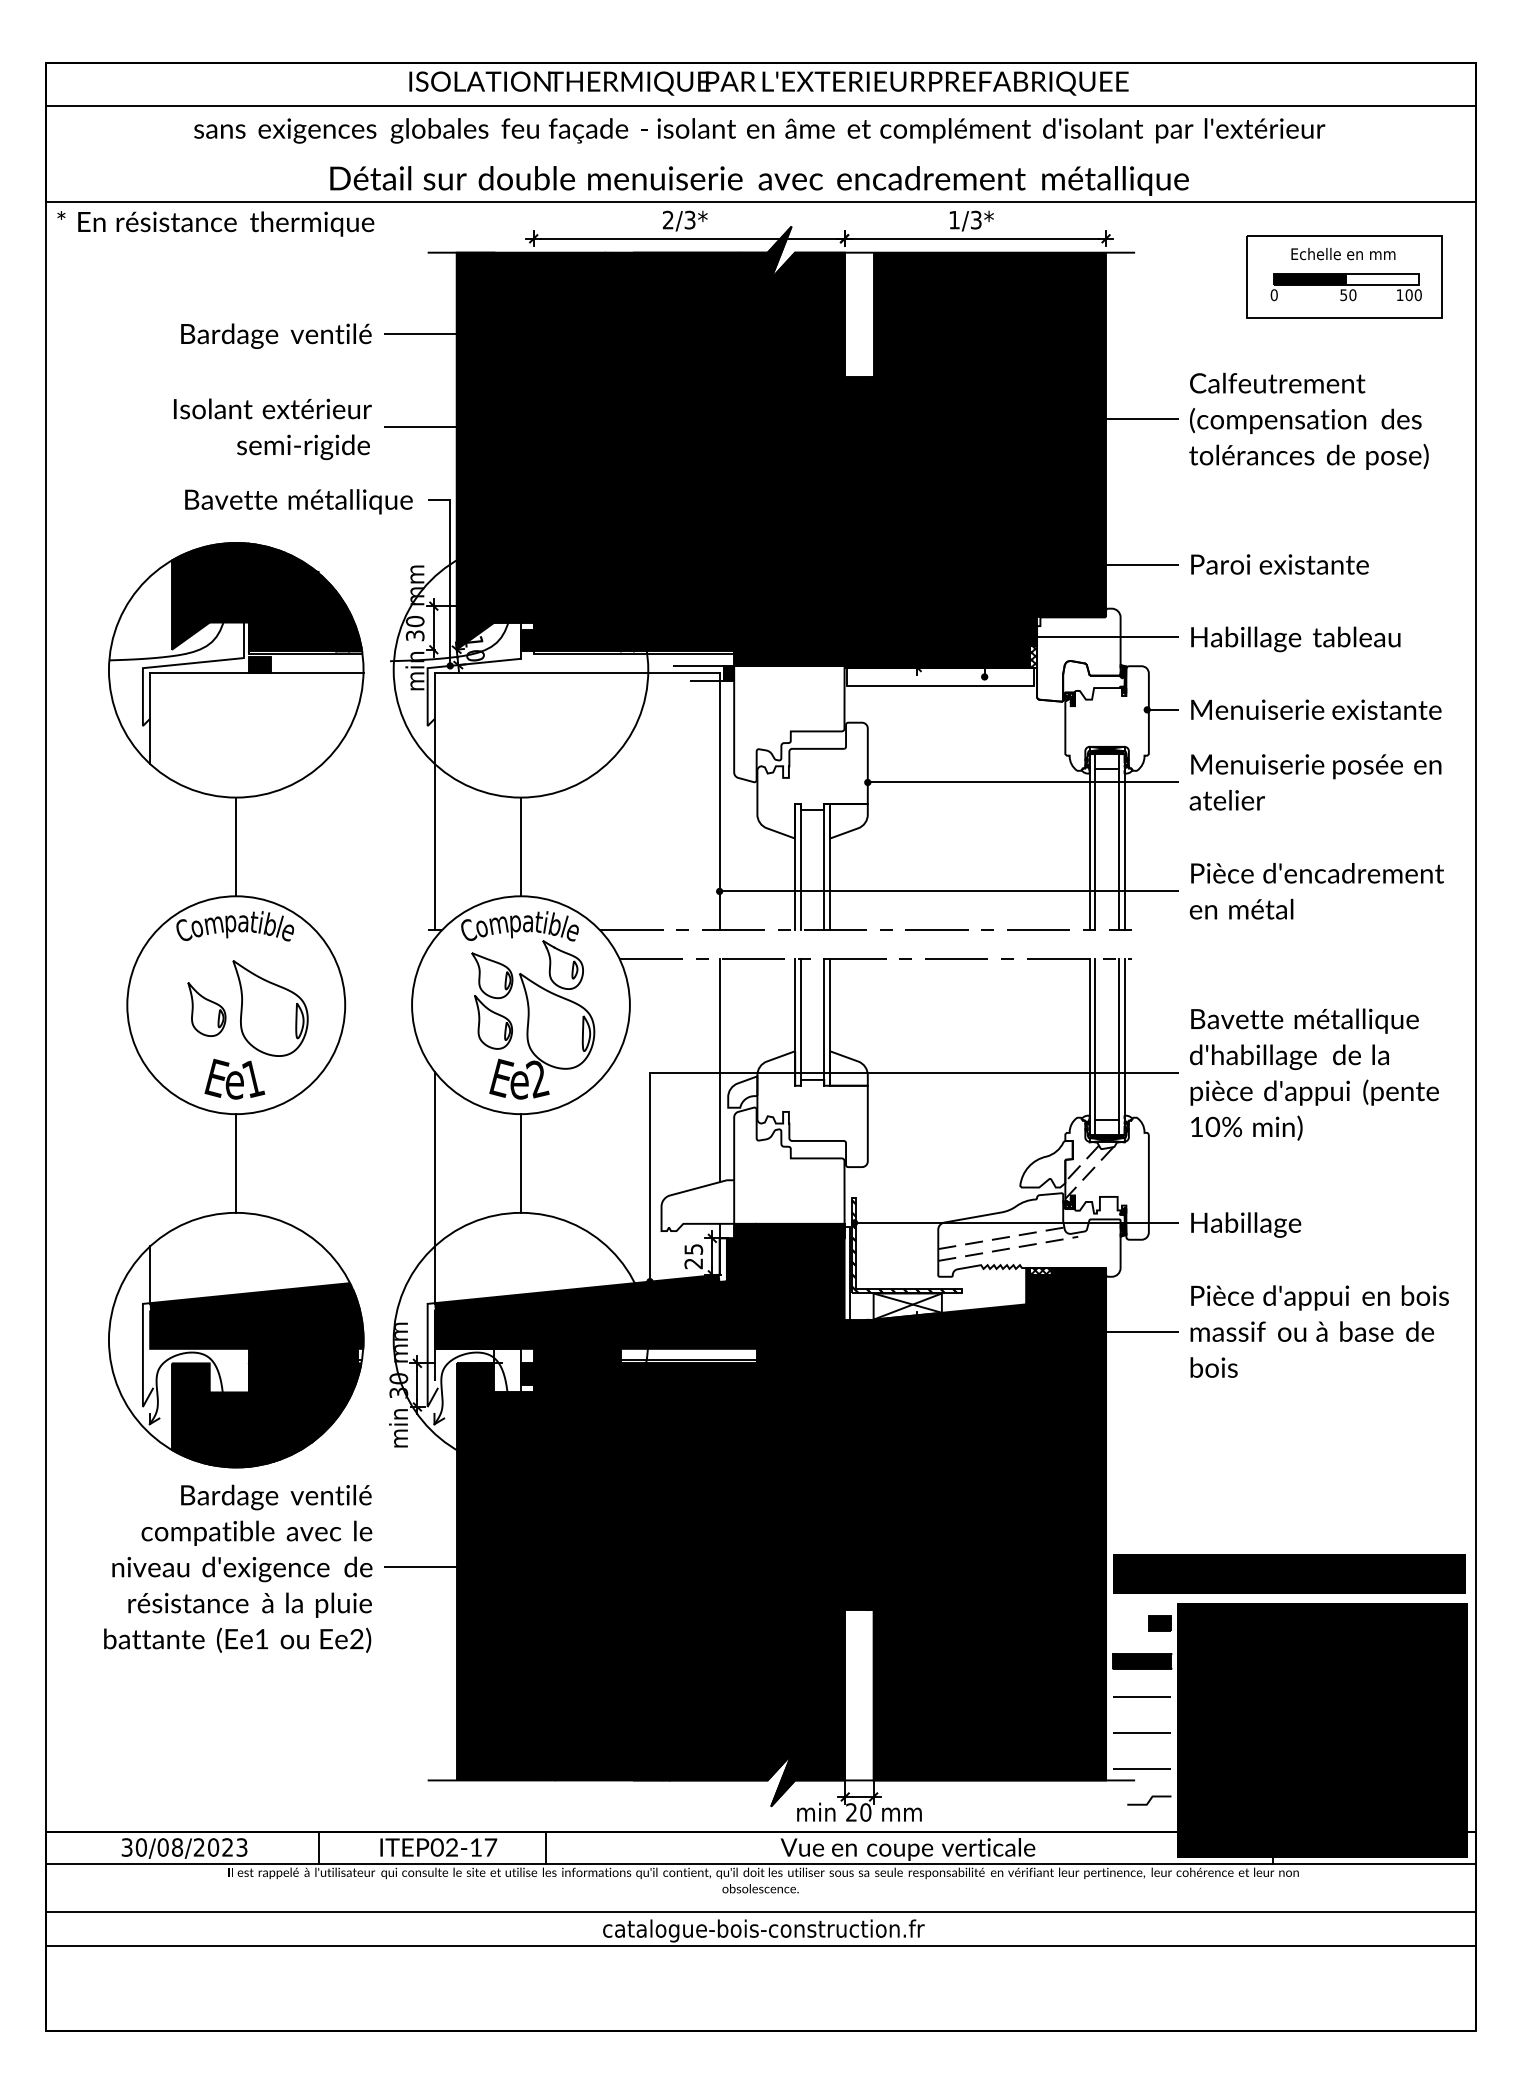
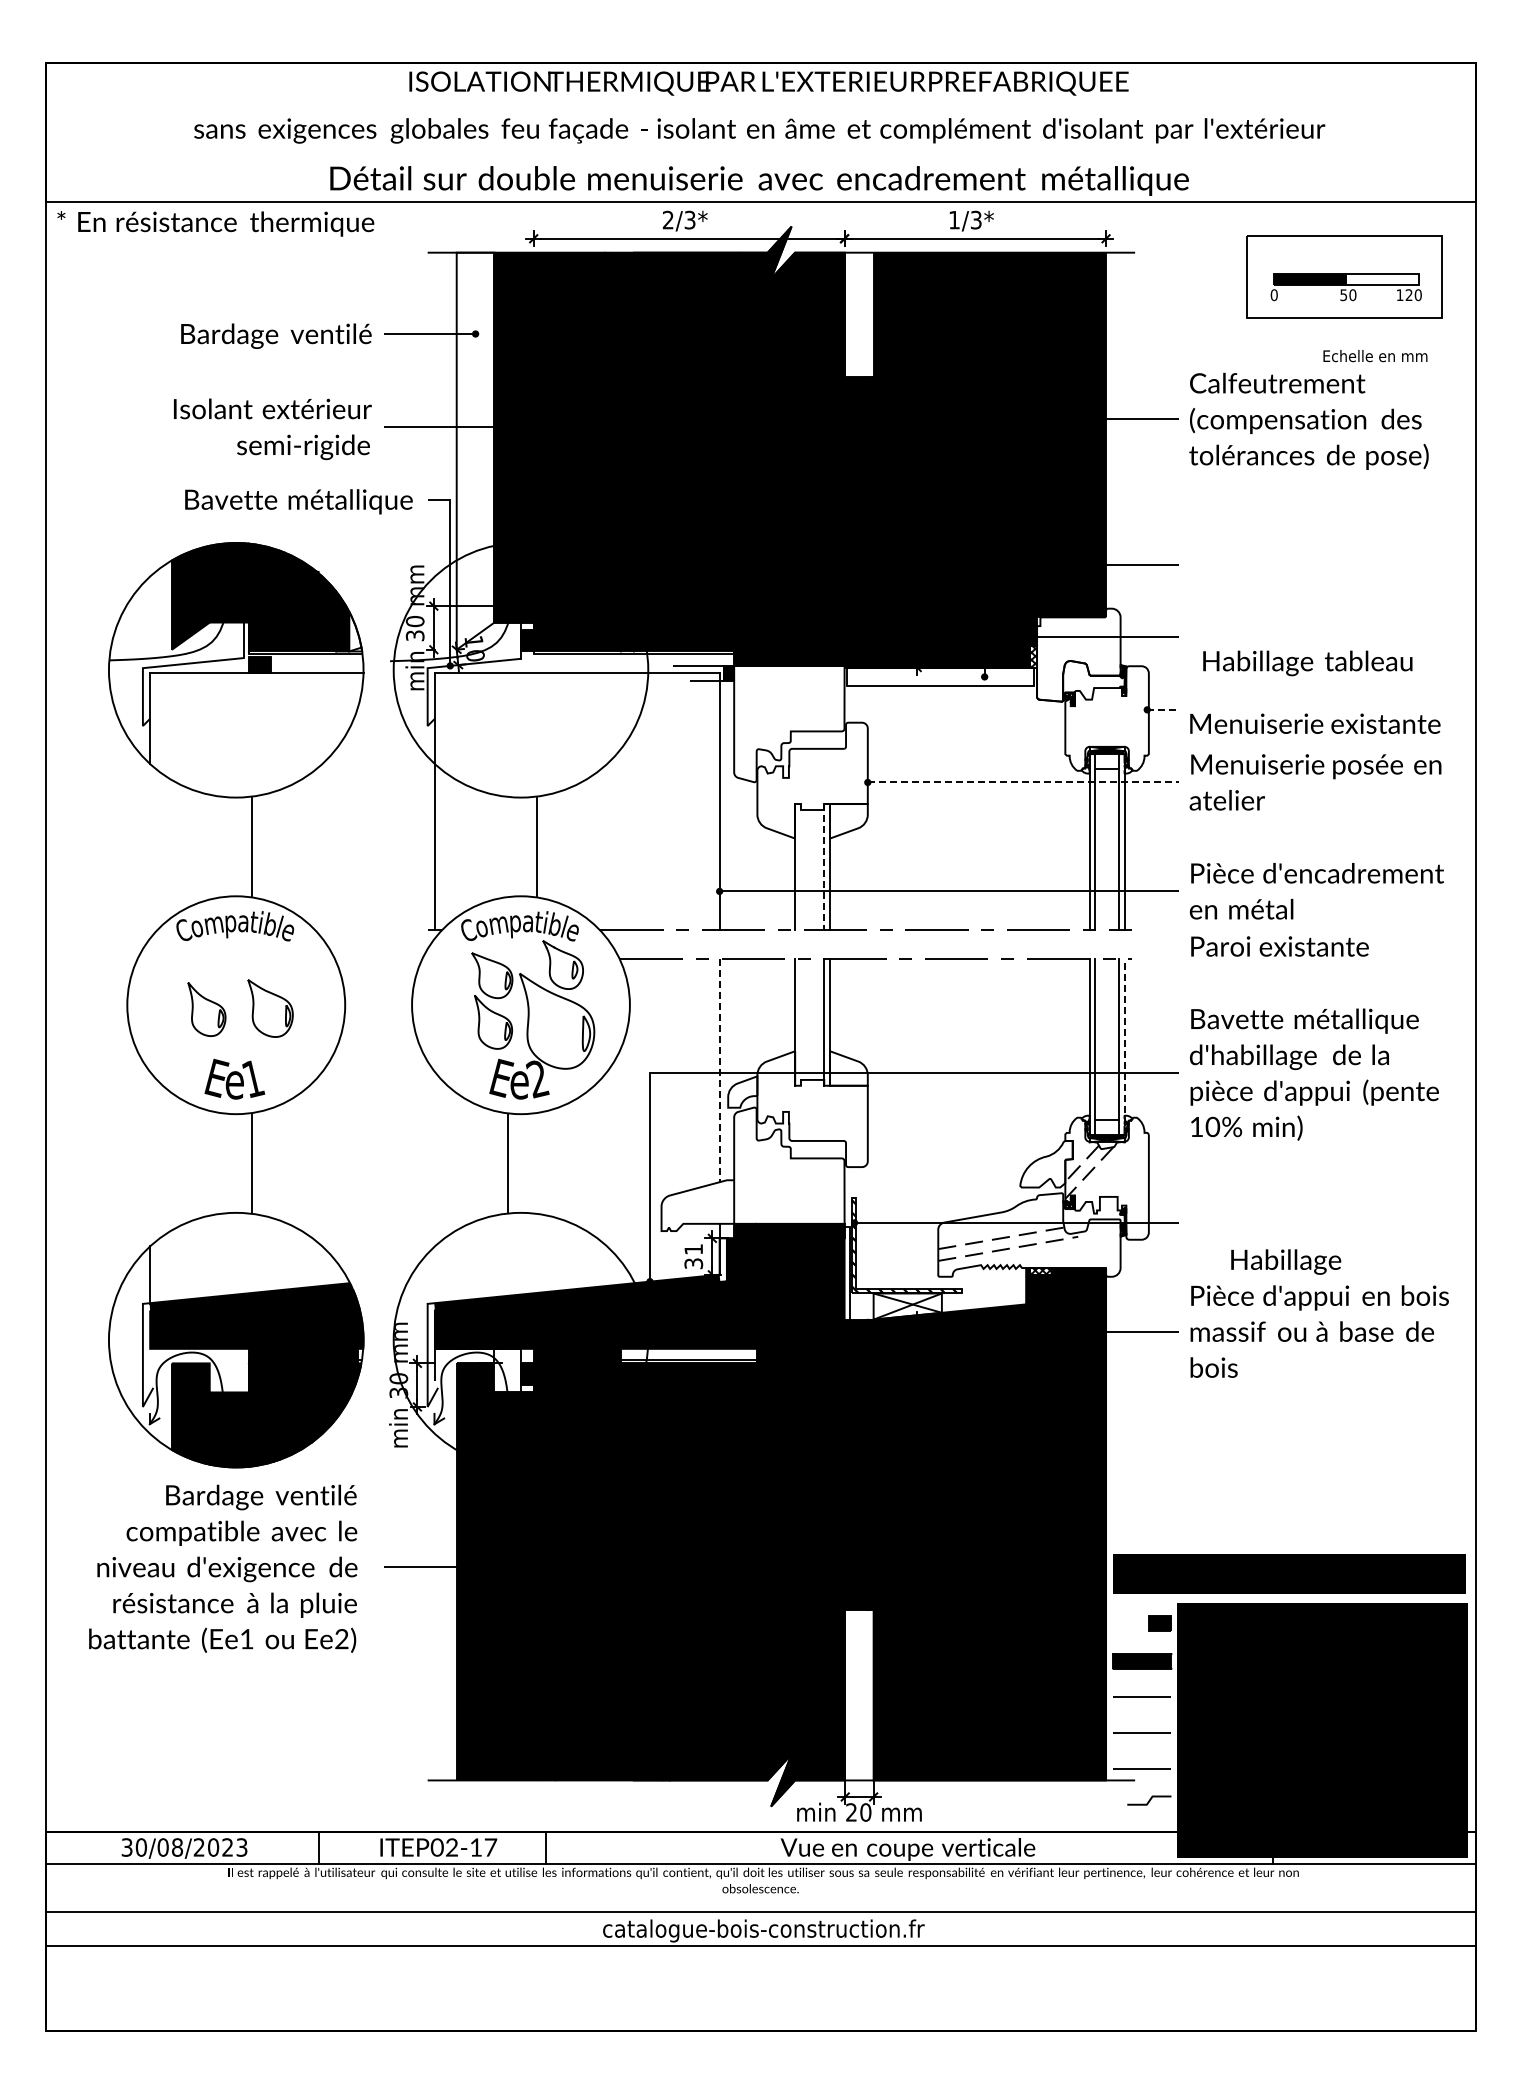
line at (760, 106): present -> none
text at (1343, 254) position: (1343, 254) -> (1375, 356)
text at (1408, 295): 100 -> 120
fill at (475, 450): present -> none
text at (1279, 564) position: (1279, 564) -> (1279, 946)
fill at (355, 631): present -> none
text at (1295, 639) position: (1295, 639) -> (1307, 663)
line at (1163, 709): solid -> dashed
text at (1316, 709) position: (1316, 709) -> (1315, 723)
line at (1024, 782): solid -> dashed
line at (236, 846) position: (236, 846) -> (252, 846)
line at (521, 846) position: (521, 846) -> (537, 846)
line at (800, 867): present -> none
line at (824, 867): solid -> dashed
part at (270, 1008) size: 77x97 px -> 47x59 px
line at (800, 1022): present -> none
line at (1124, 1047): solid -> dashed
line at (719, 1071): solid -> dashed
line at (236, 1163) position: (236, 1163) -> (252, 1163)
line at (521, 1163) position: (521, 1163) -> (508, 1163)
line at (434, 1187): present -> none
text at (1246, 1224) position: (1246, 1224) -> (1286, 1261)
text at (693, 1256): 25 -> 31
text at (238, 1568) position: (238, 1568) -> (223, 1568)
